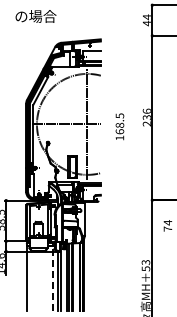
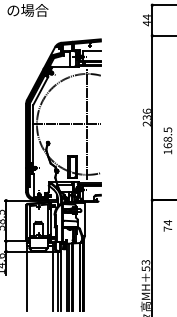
text at (35, 16) position: (35, 16) -> (27, 10)
text at (119, 126) position: (119, 126) -> (167, 140)
line at (52, 278): dashed -> solid
